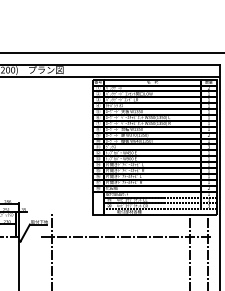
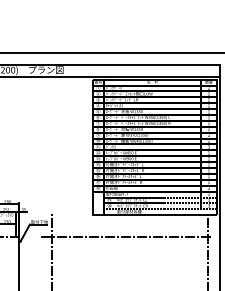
line at (189, 250): present -> none
